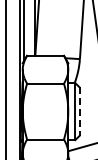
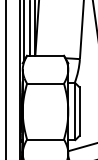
line at (30, 28): none -> present
line at (79, 112): dashed -> solid
